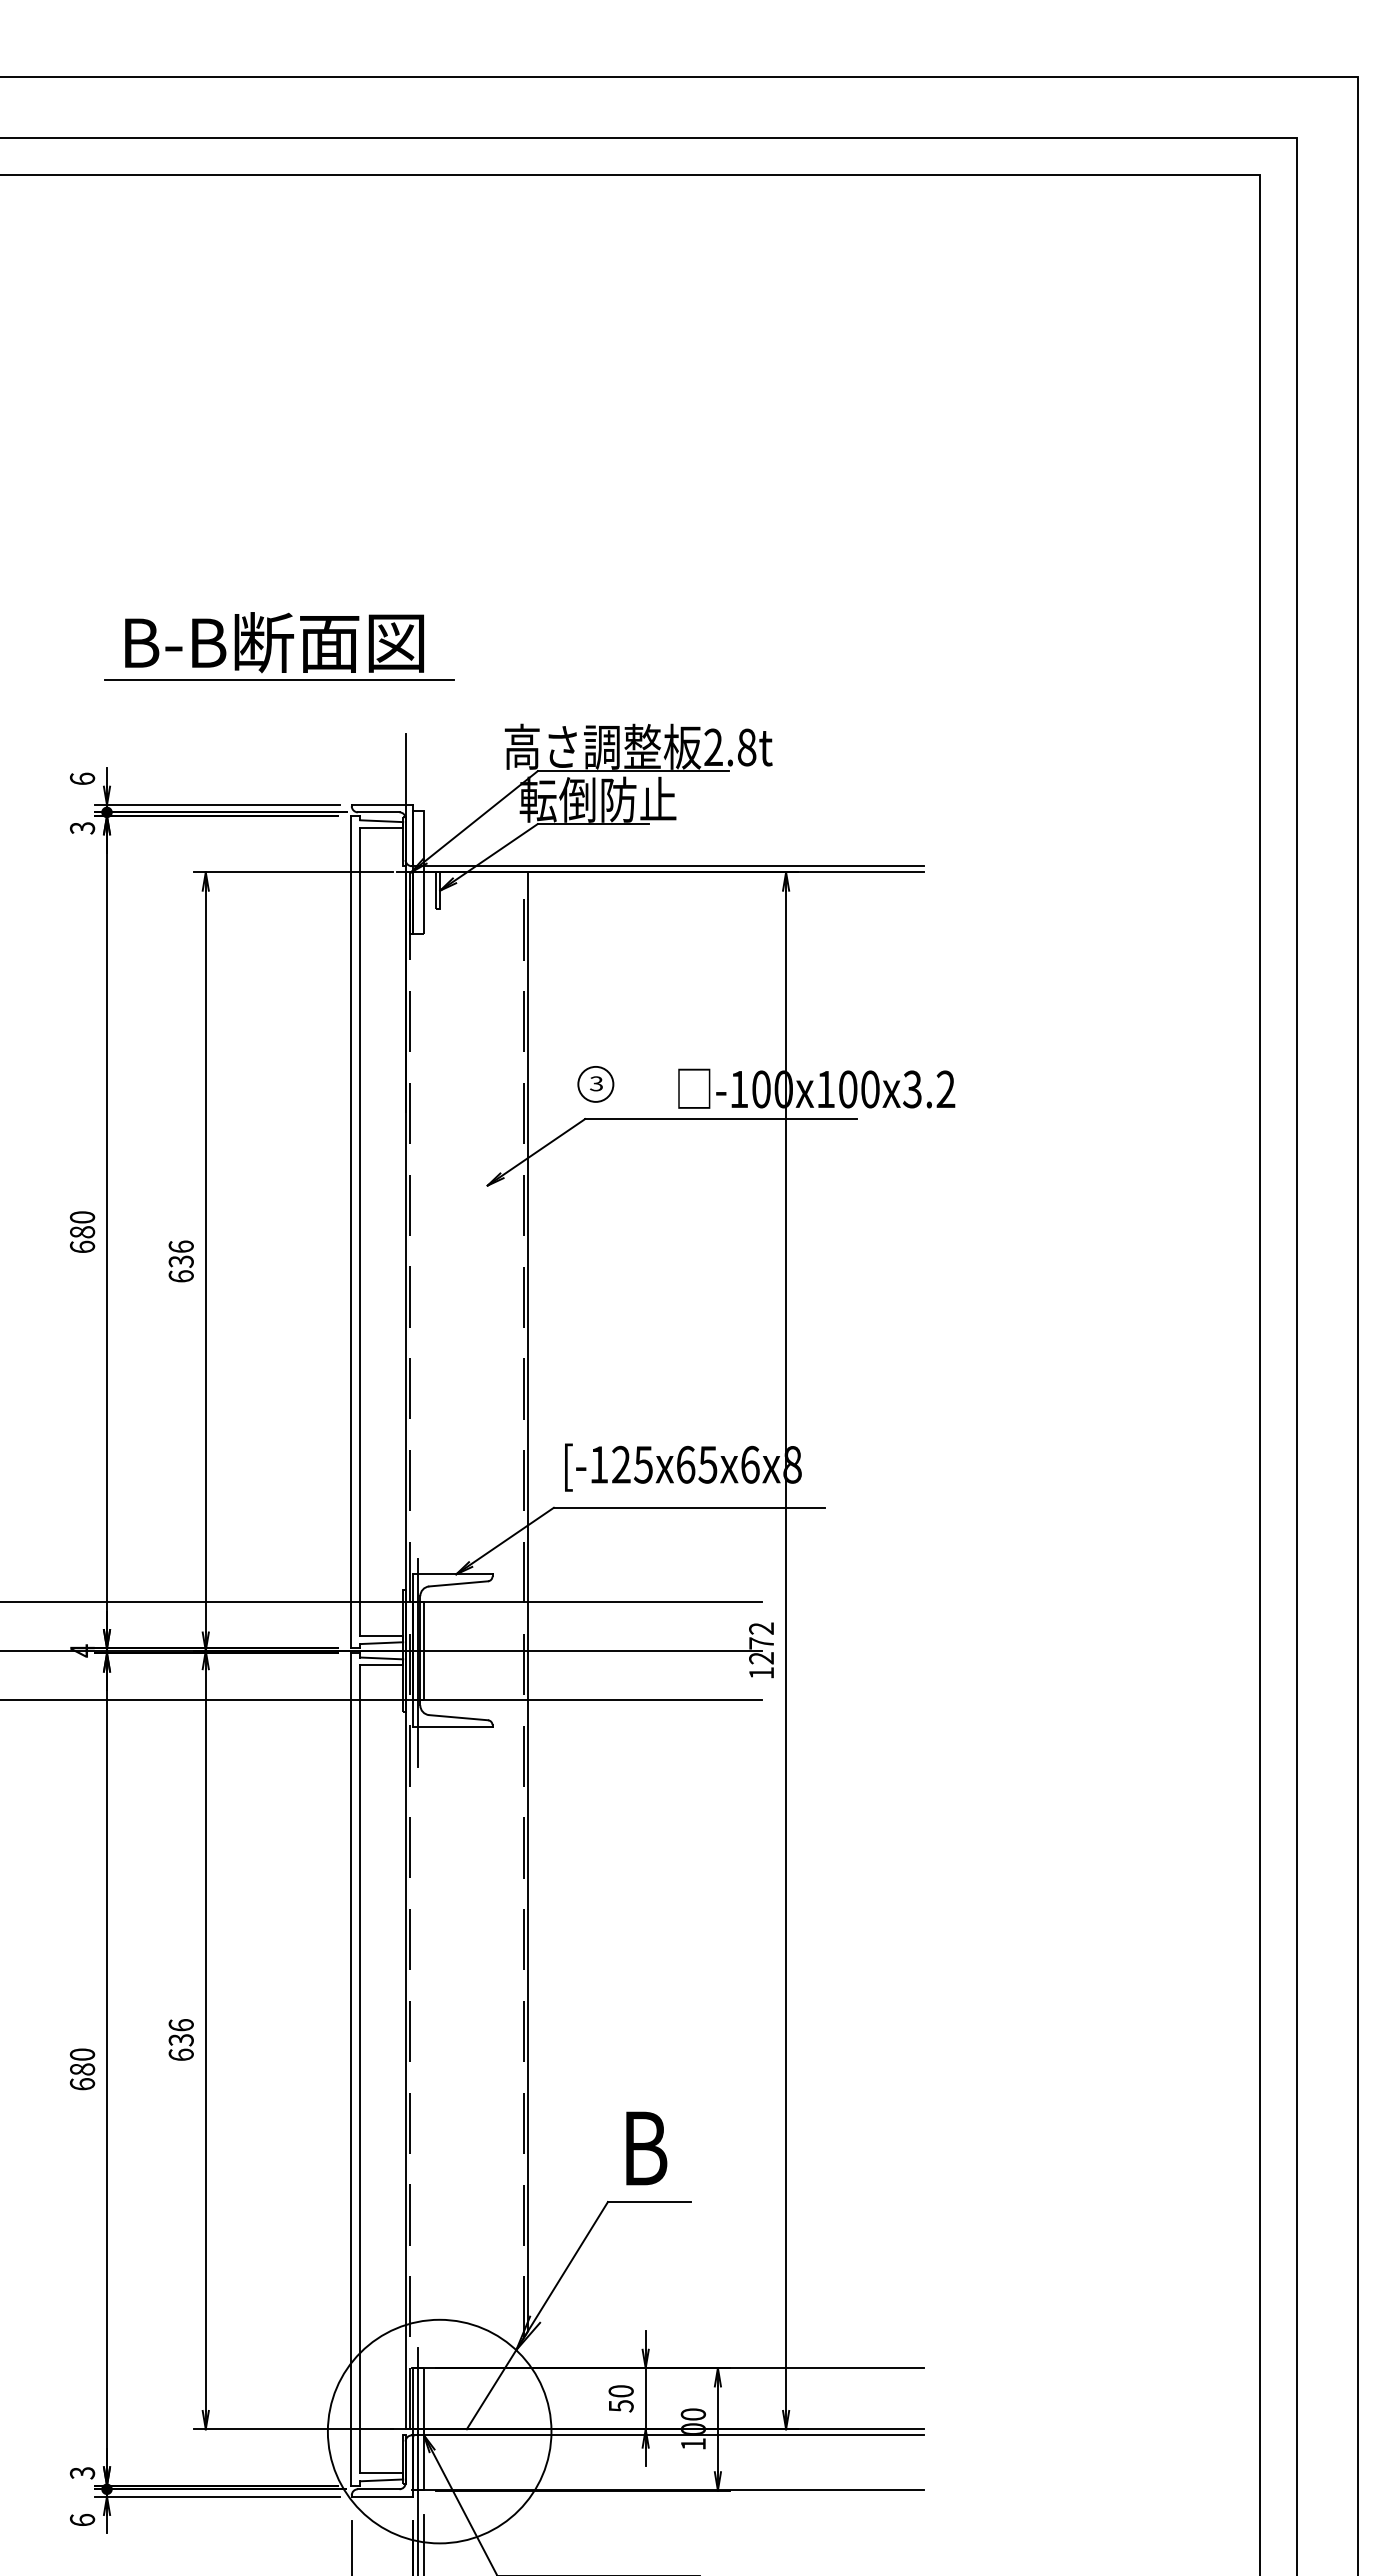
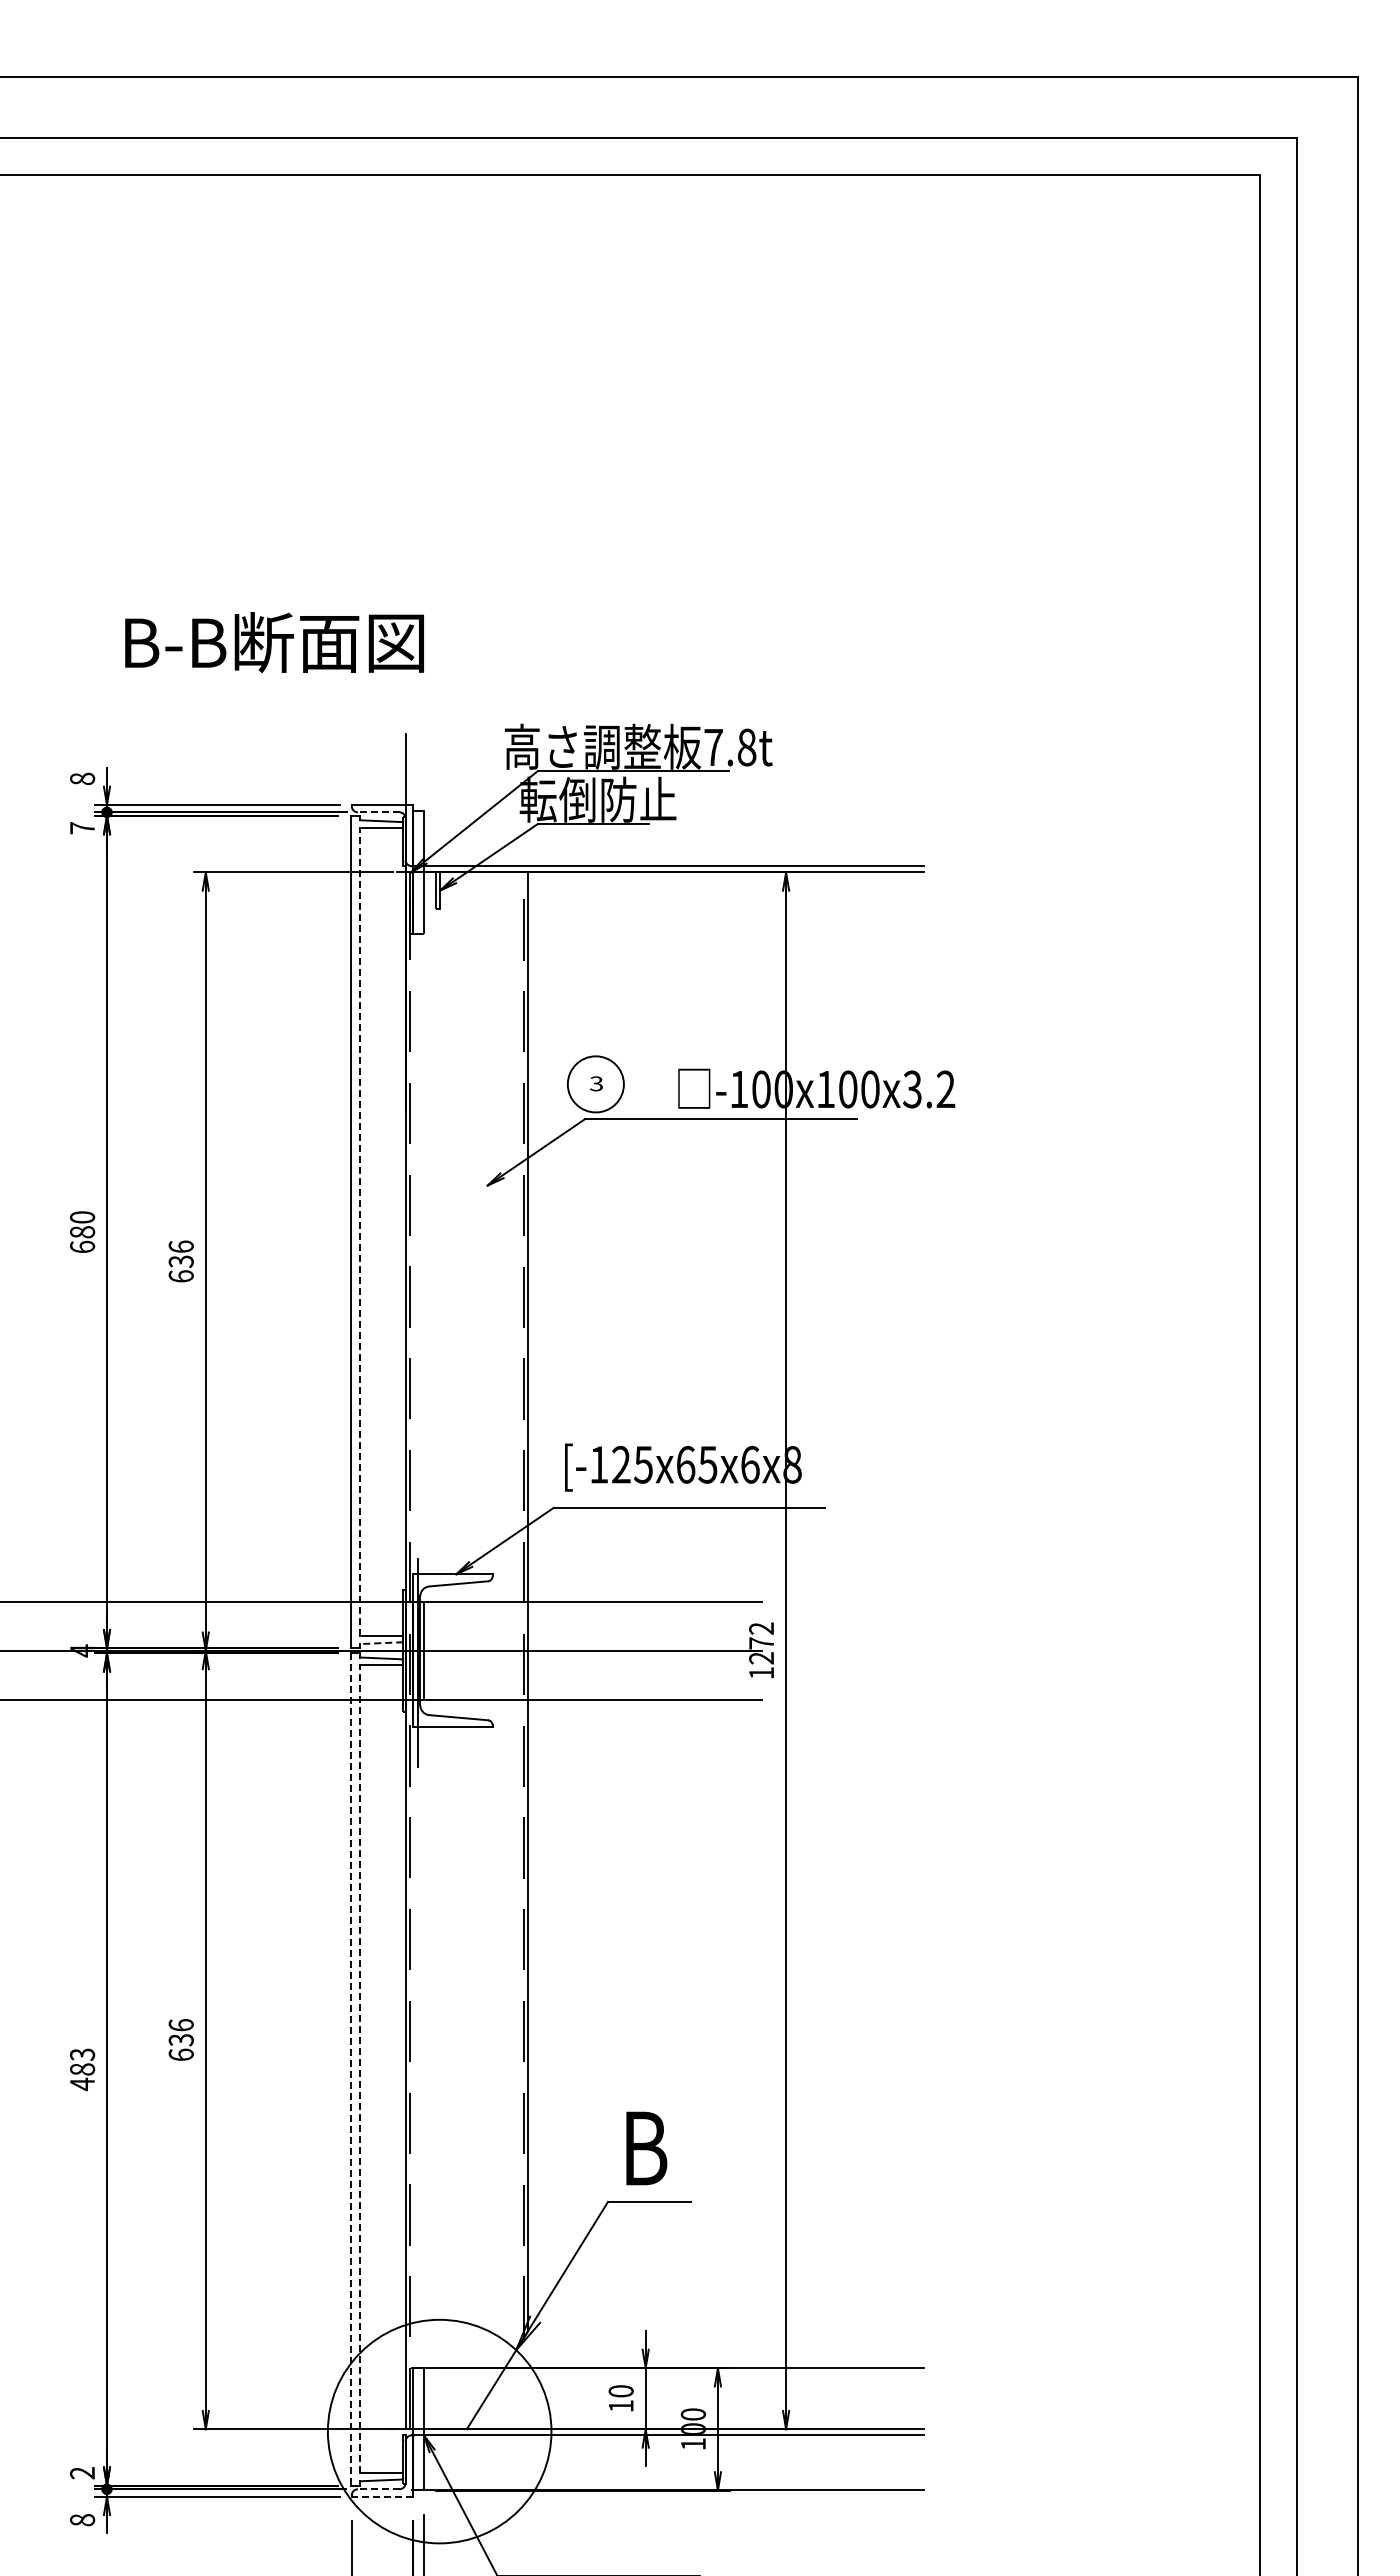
line at (278, 679): present -> none
text at (713, 746): 2.8t -> 7.8t
text at (82, 778): 6 -> 8
line at (378, 812): solid -> dashed
text at (82, 828): 3 -> 7
circle at (595, 1083) diameter: 35 px -> 56 px
line at (360, 1232): solid -> dashed
line at (381, 1643): solid -> dashed
text at (82, 2069): 680 -> 483
line at (350, 2069): solid -> dashed
line at (360, 2069): solid -> dashed
text at (621, 2406): 50 -> 10
line at (418, 2460): present -> none
text at (82, 2473): 3 -> 2
line at (378, 2489): solid -> dashed
line at (382, 2496): solid -> dashed
text at (81, 2519): 6 -> 8
